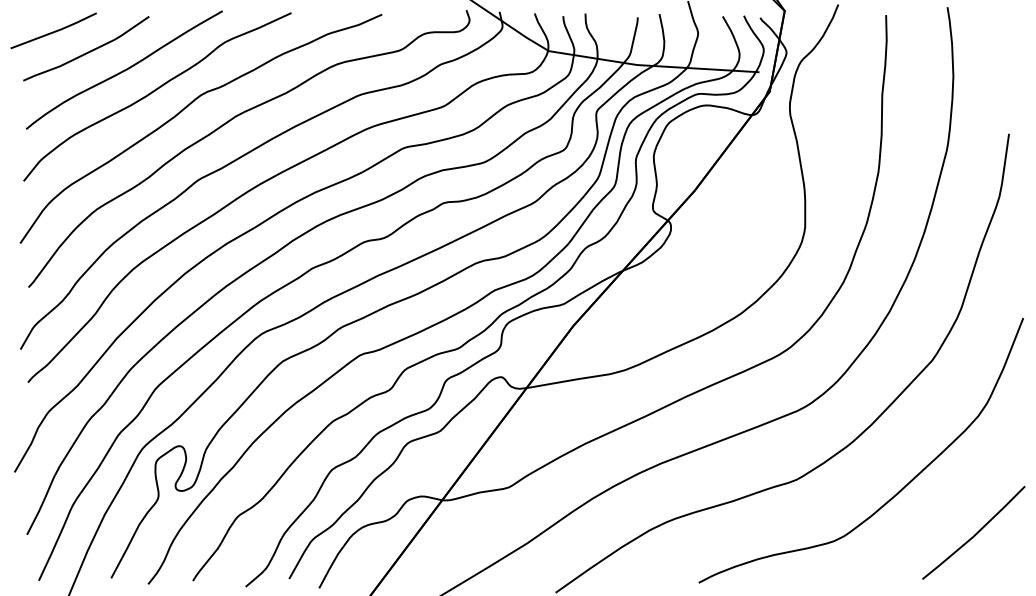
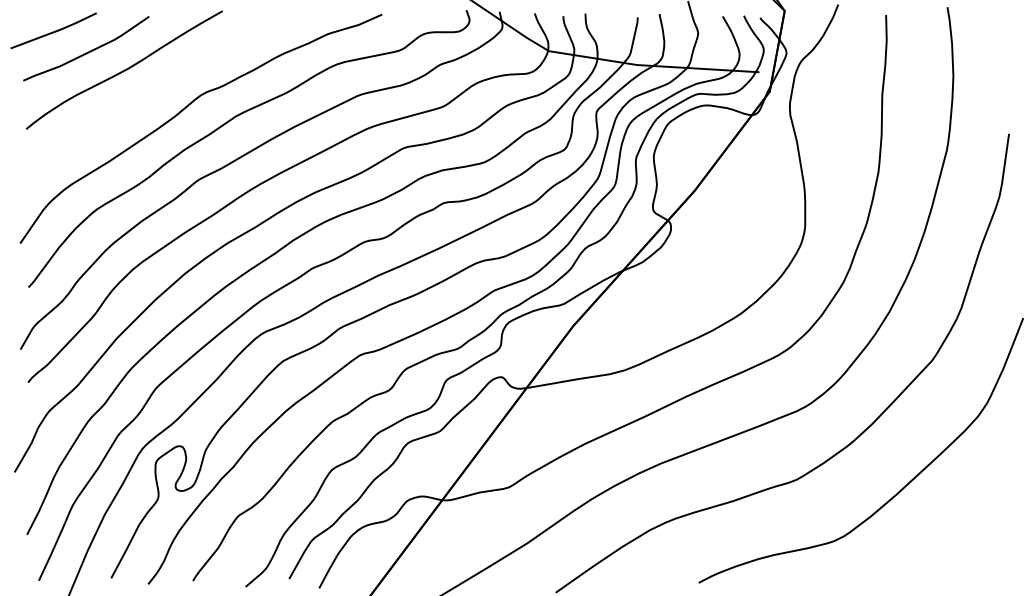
curve at (155, 91): present -> none
line at (975, 533): present -> none
